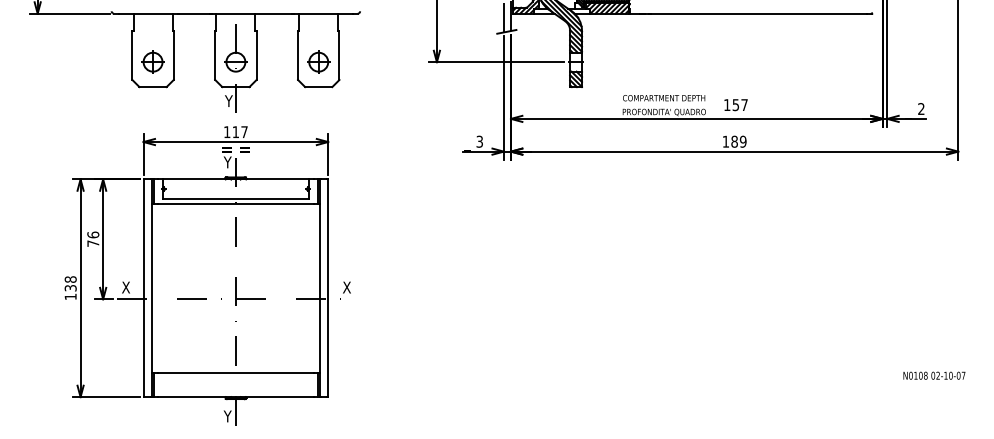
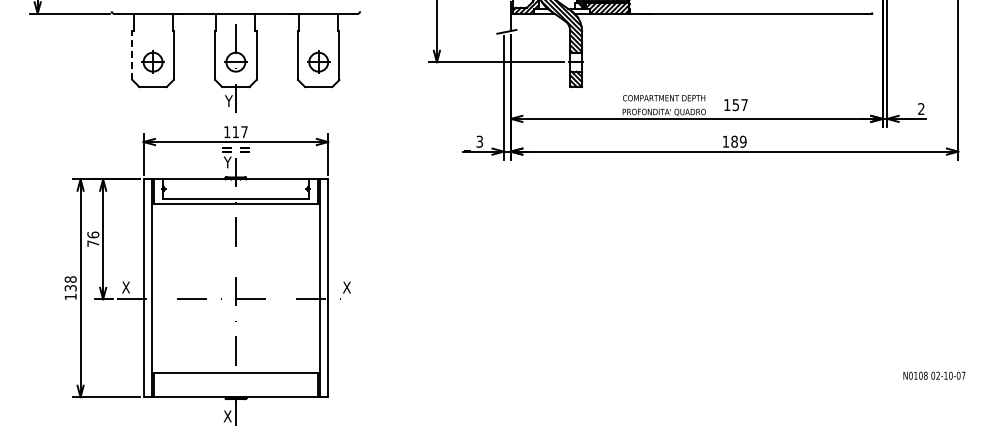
line at (503, 17): present -> none
line at (132, 55): solid -> dashed
text at (227, 416): Y -> X
